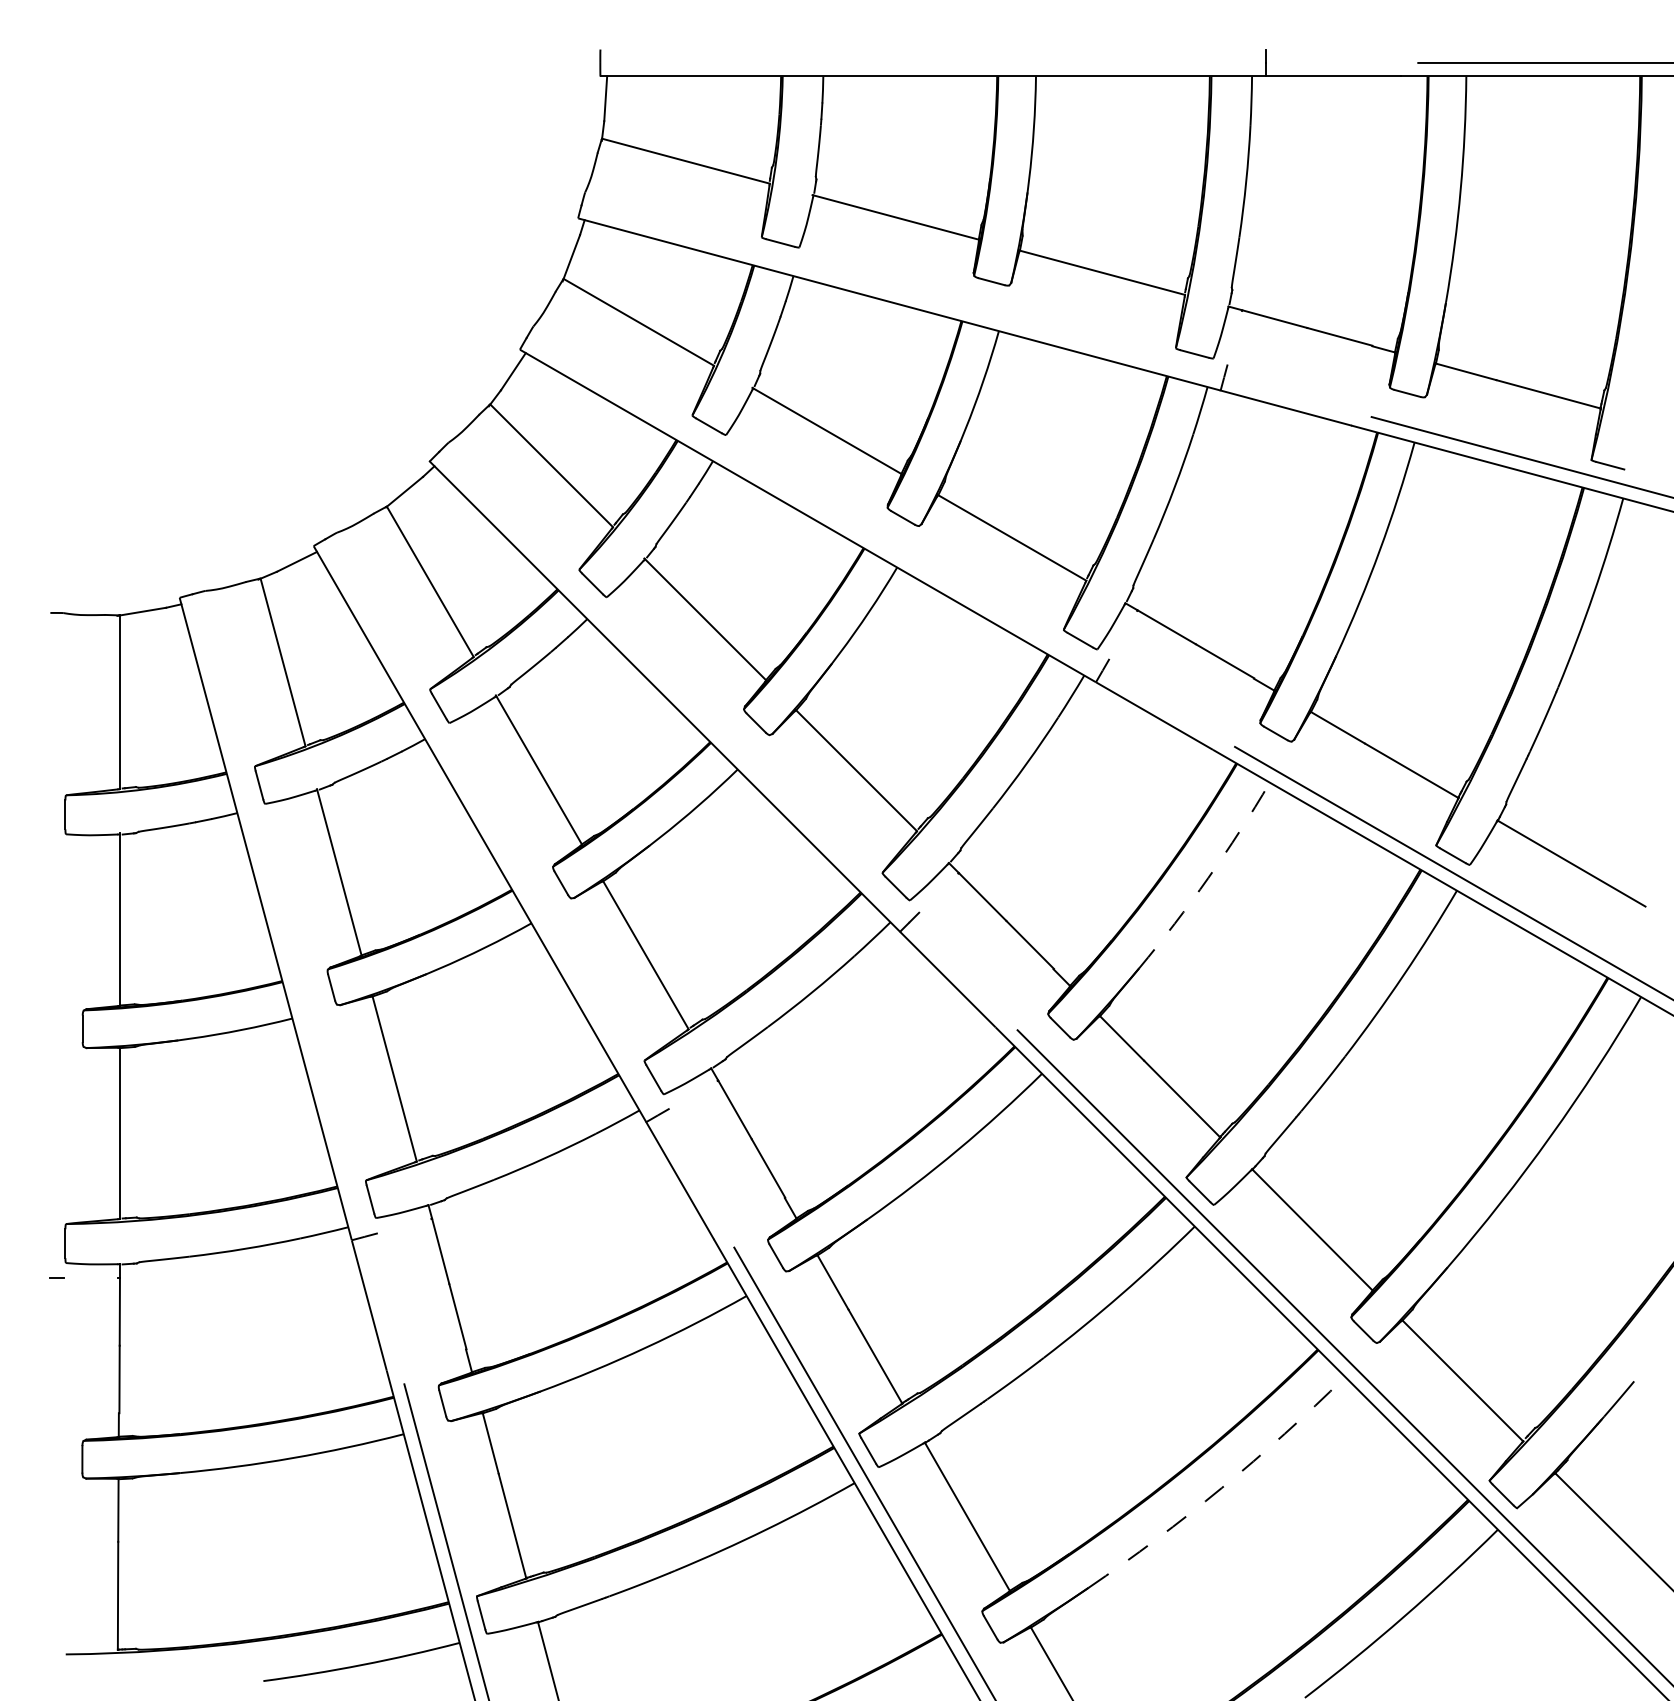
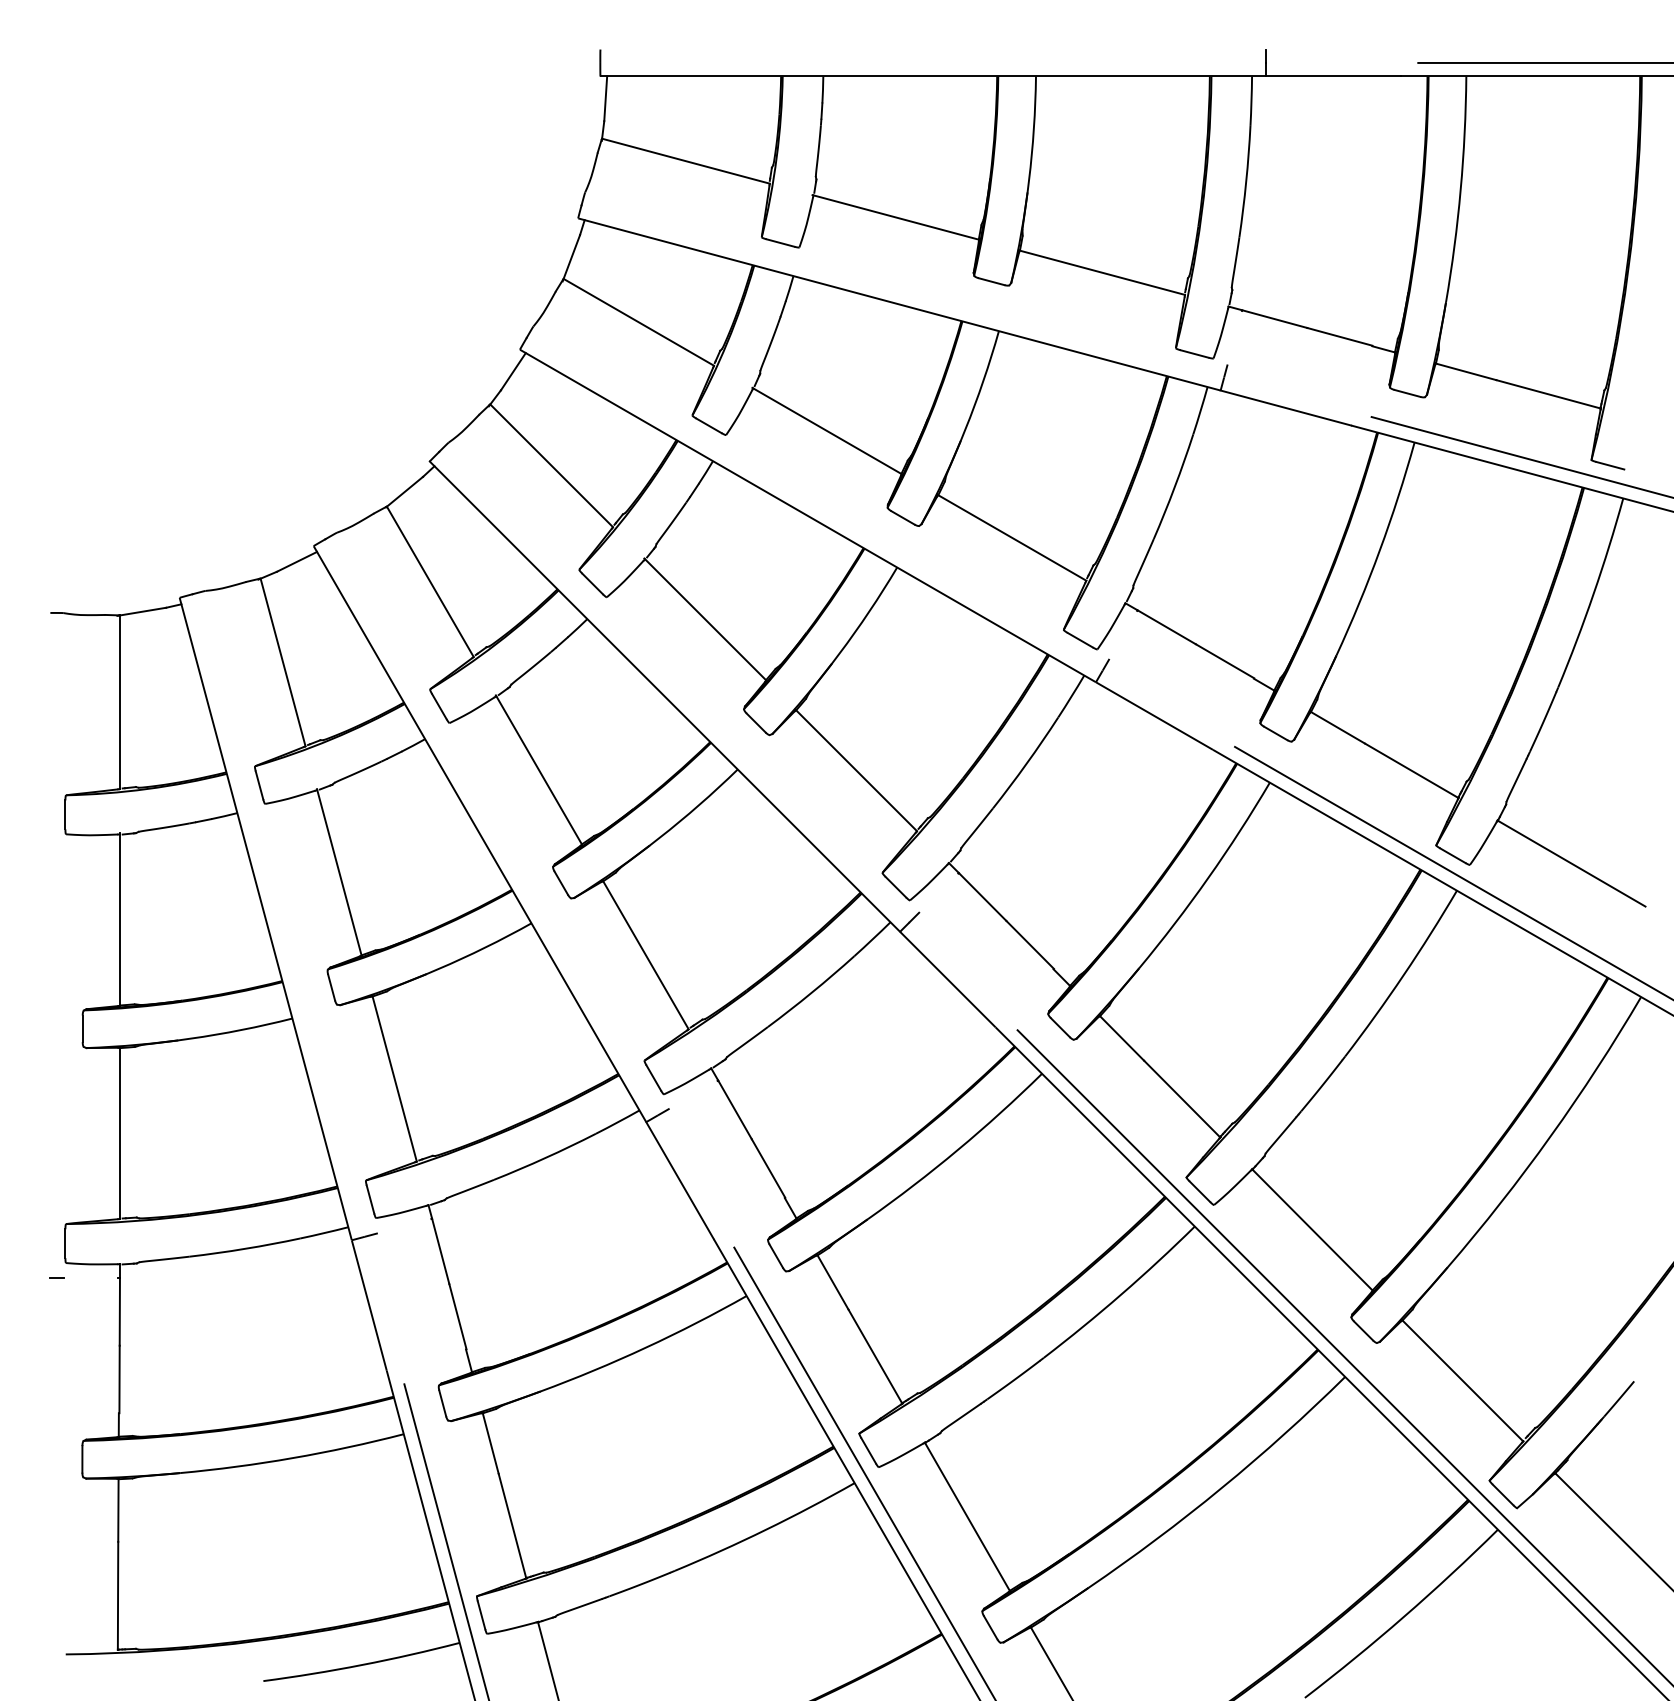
arc at (1208, 878): dashed -> solid
arc at (1221, 1488): dashed -> solid
